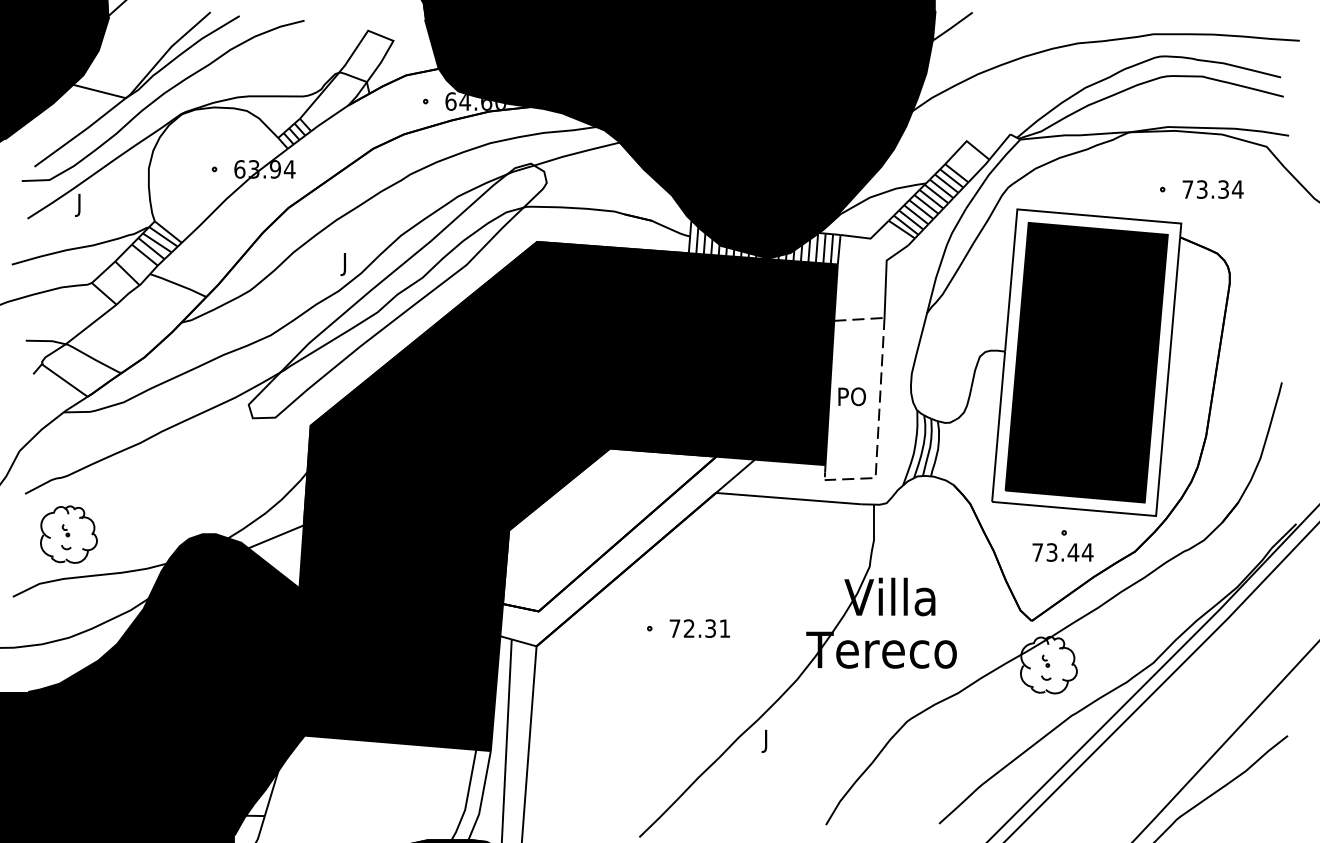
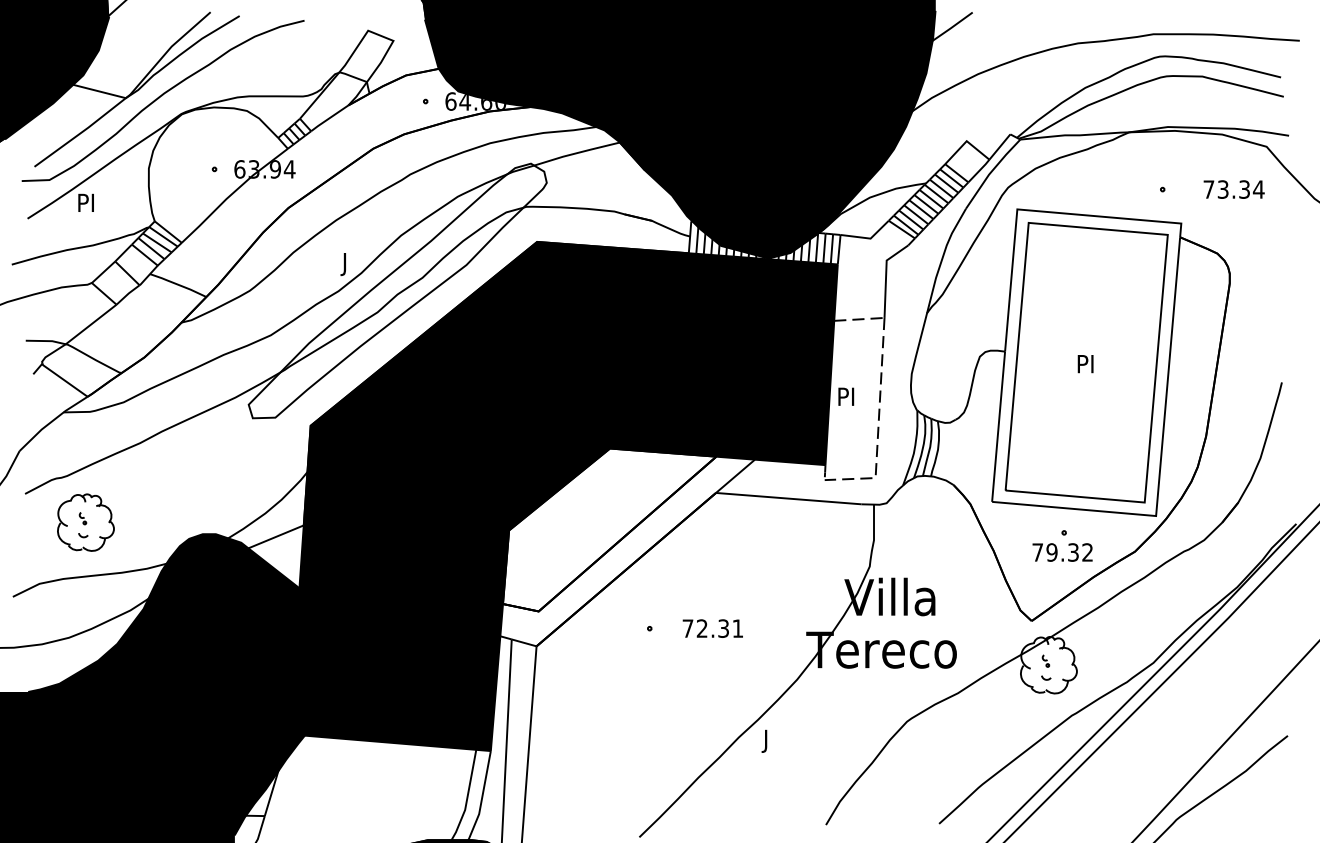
text at (1212, 189) position: (1212, 189) -> (1233, 189)
text at (84, 204): J -> PI
fill at (1086, 362): present -> none
text at (858, 396): PO -> PI
part at (68, 534) position: (68, 534) -> (85, 522)
text at (1069, 552): 73.44 -> 79.32
text at (699, 628) position: (699, 628) -> (712, 628)
